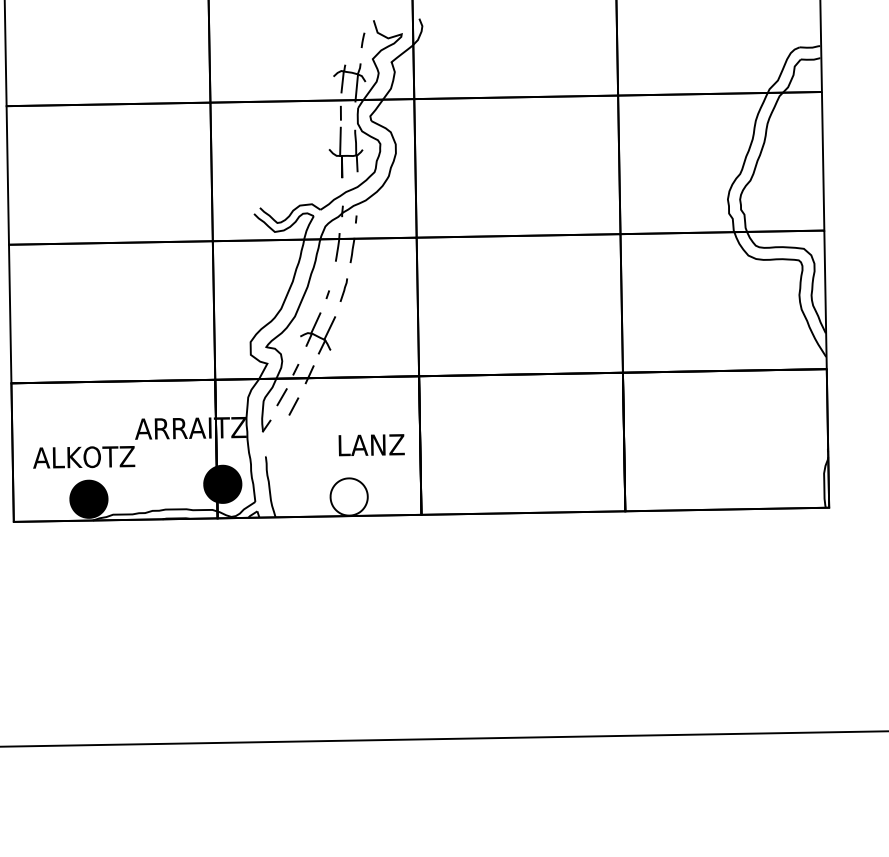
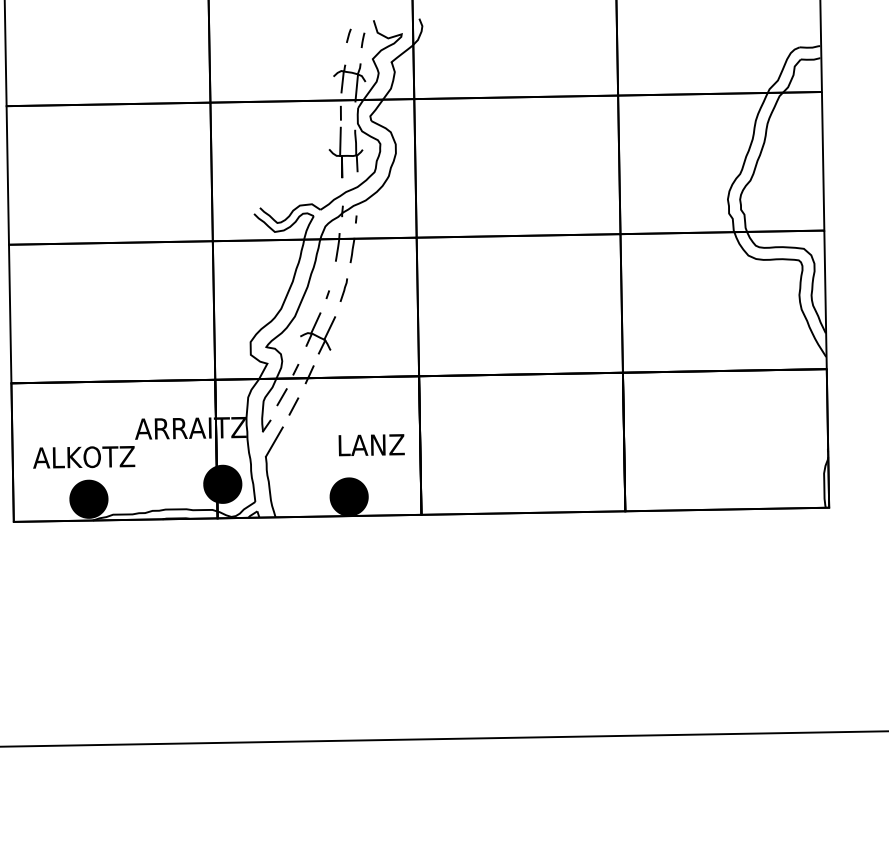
line at (348, 35): none -> present
line at (274, 441): none -> present
fill at (348, 496): none -> present
